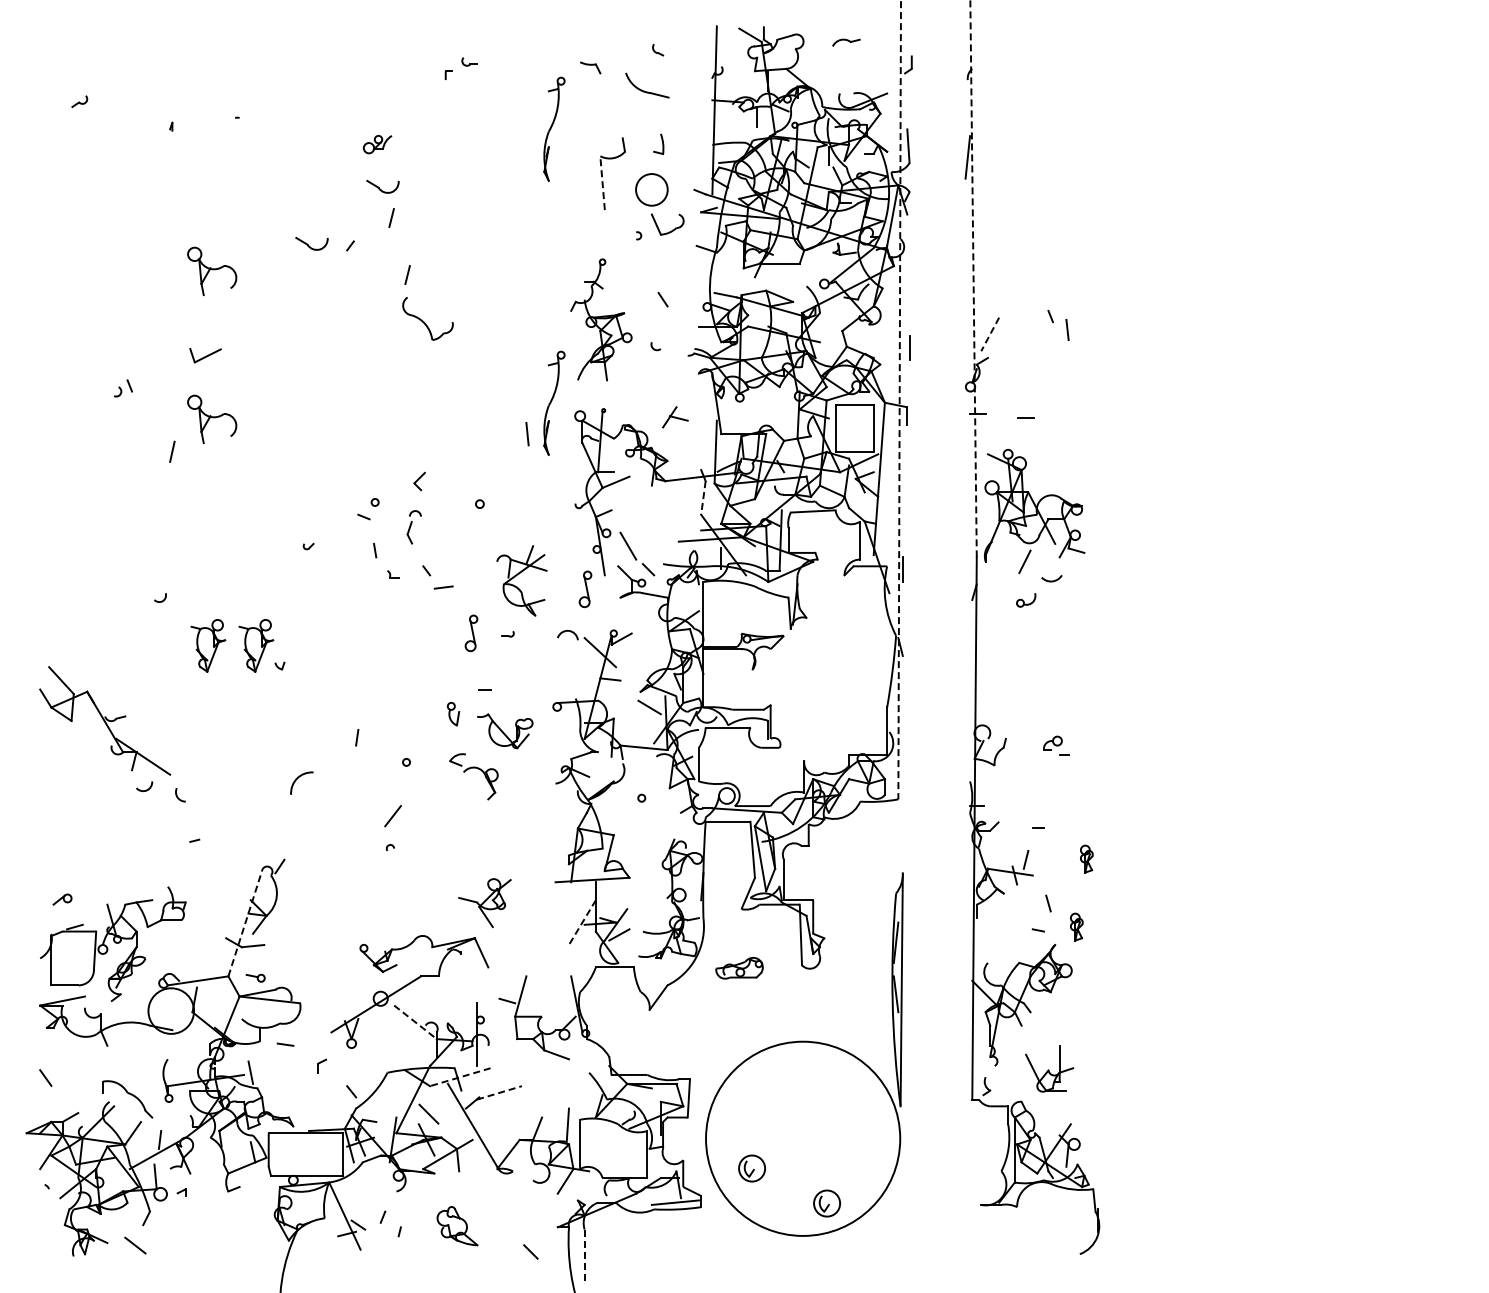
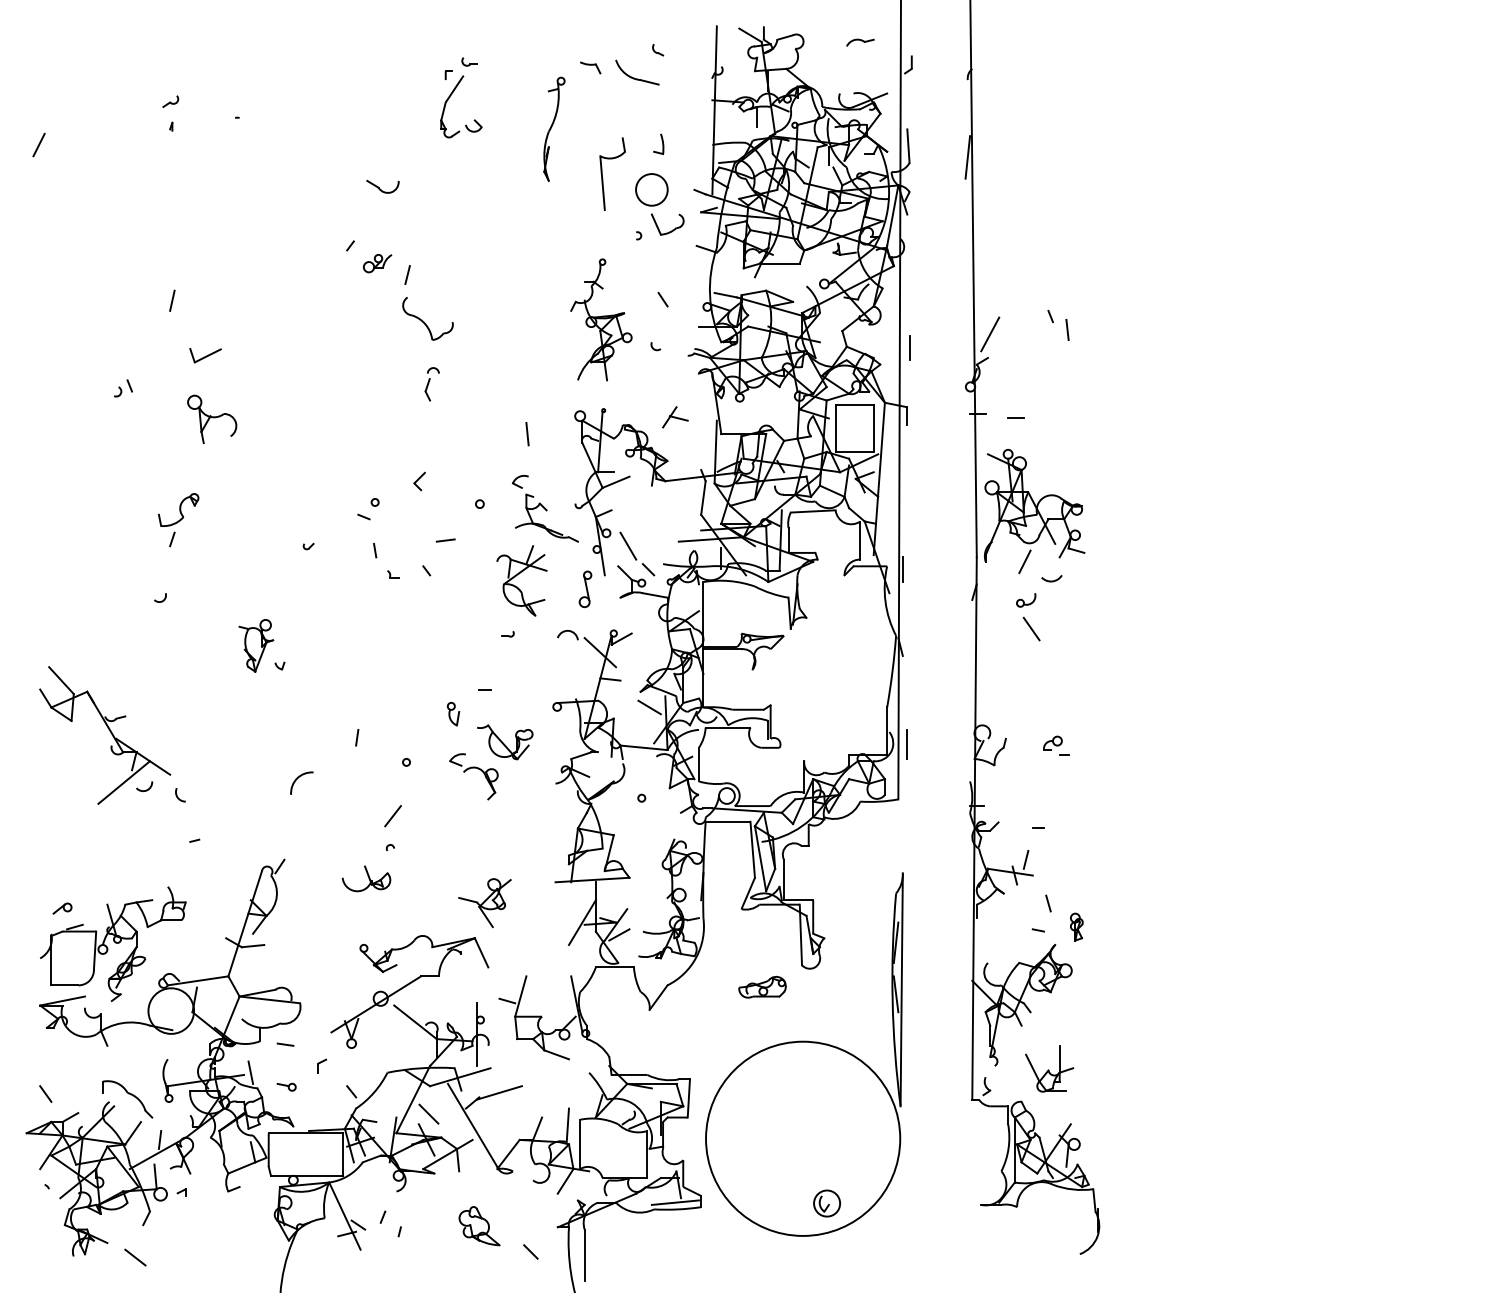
part at (846, 42) position: (846, 42) -> (860, 42)
part at (647, 85) position: (647, 85) -> (637, 72)
part at (450, 97): none -> present
part at (79, 101) position: (79, 101) -> (170, 101)
line at (38, 144): none -> present
part at (377, 144) position: (377, 144) -> (377, 263)
line at (602, 183): dashed -> solid
line at (391, 217): present -> none
part at (311, 243): present -> none
part at (212, 271): present -> none
line at (973, 278): dashed -> solid
line at (990, 334): dashed -> solid
line at (899, 400): dashed -> solid
part at (554, 402): present -> none
line at (1025, 417) position: (1025, 417) -> (1015, 417)
line at (172, 451) position: (172, 451) -> (172, 300)
line at (703, 498): dashed -> solid
part at (544, 508): none -> present
part at (178, 520): none -> present
part at (413, 527) position: (413, 527) -> (431, 384)
line at (443, 587) position: (443, 587) -> (445, 540)
line at (1031, 628): none -> present
part at (471, 633): present -> none
part at (208, 645): present -> none
part at (505, 731) position: (505, 731) -> (505, 742)
line at (907, 744): none -> present
line at (123, 782): none -> present
part at (1086, 858): present -> none
part at (366, 878): none -> present
part at (62, 899) position: (62, 899) -> (62, 908)
line at (245, 923): dashed -> solid
line at (582, 923): dashed -> solid
part at (739, 967) position: (739, 967) -> (762, 986)
part at (255, 977) position: (255, 977) -> (286, 1086)
line at (415, 1022): dashed -> solid
line at (45, 1077) position: (45, 1077) -> (45, 1093)
line at (460, 1077): dashed -> solid
line at (500, 1092): dashed -> solid
part at (751, 1168): present -> none
part at (457, 1226) position: (457, 1226) -> (479, 1226)
line at (135, 1245) position: (135, 1245) -> (135, 1257)
line at (584, 1255): dashed -> solid
